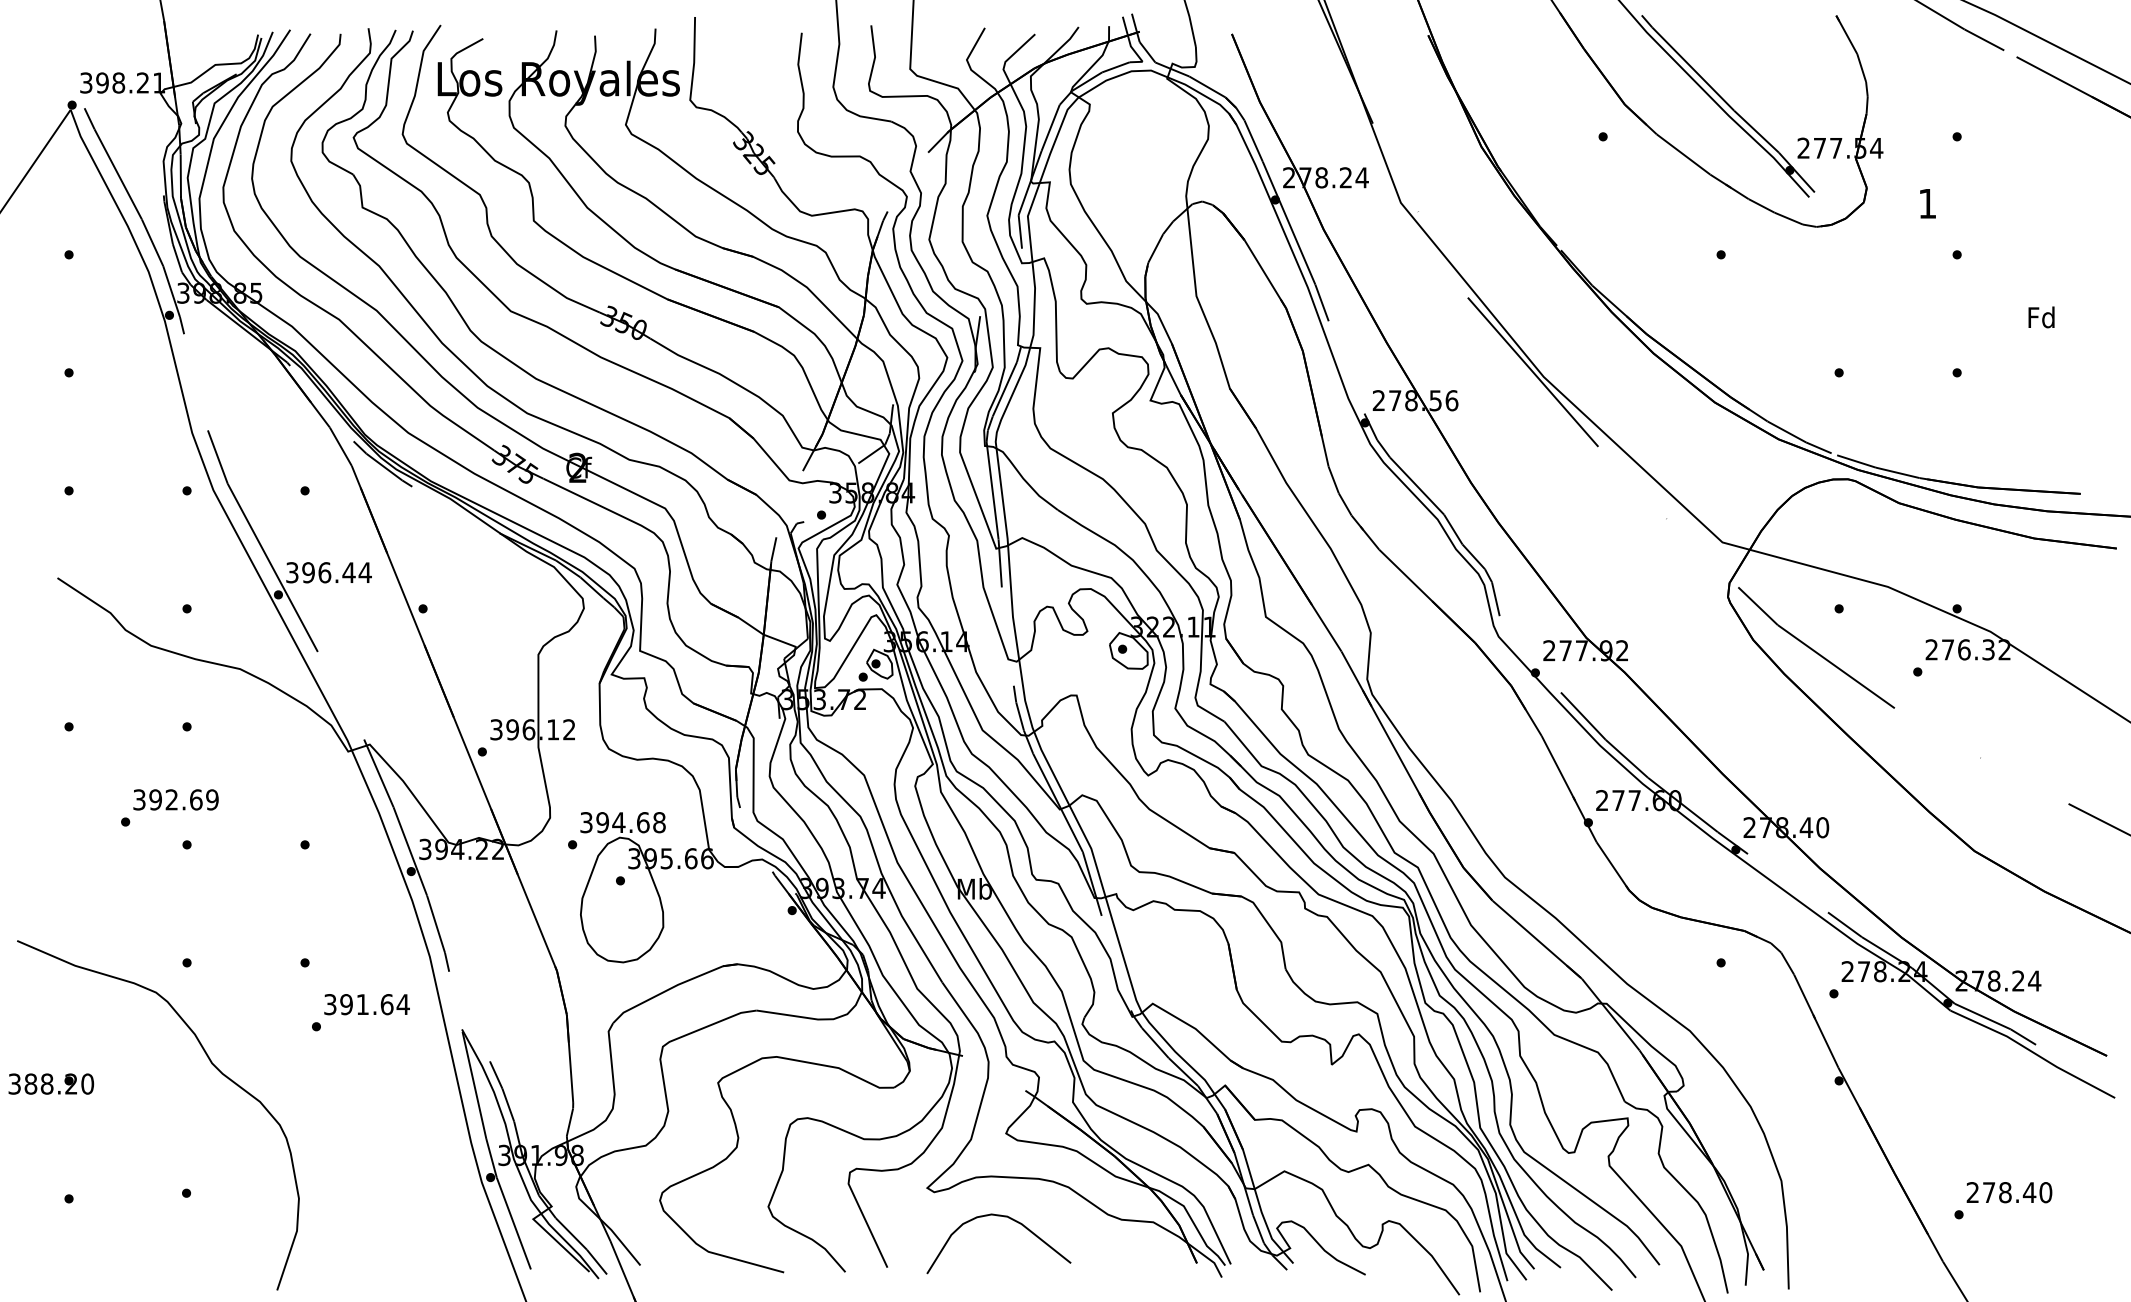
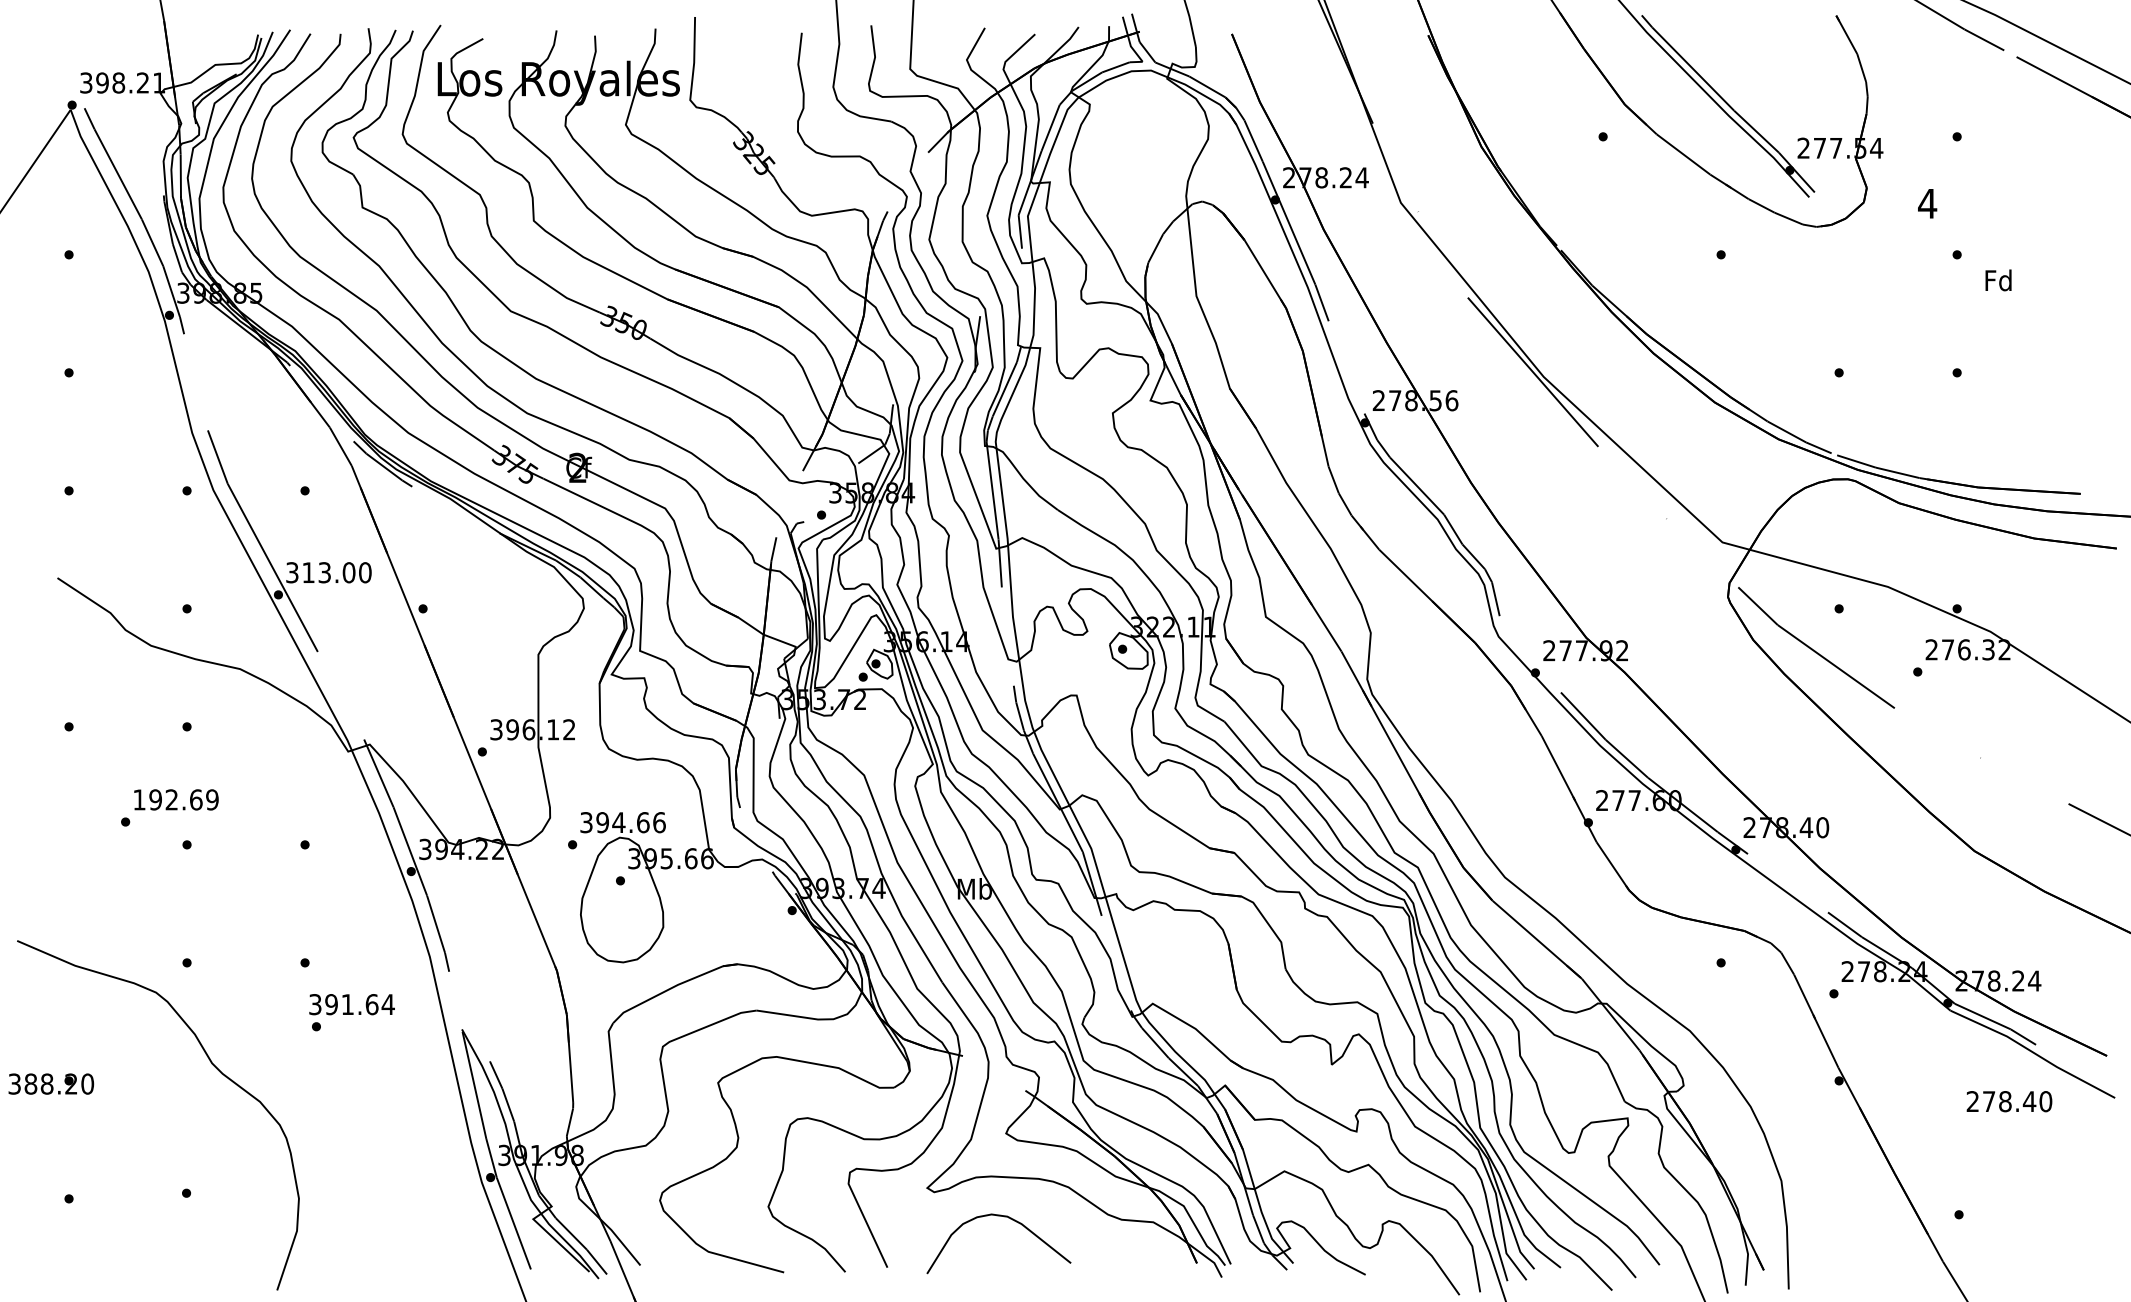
text at (1927, 203): 1 -> 4
text at (2041, 317) position: (2041, 317) -> (1998, 280)
text at (336, 572): 396.44 -> 313.00
text at (139, 799): 392.69 -> 192.69
text at (659, 822): 394.68 -> 394.66
text at (366, 1004) position: (366, 1004) -> (351, 1004)
text at (2009, 1192) position: (2009, 1192) -> (2009, 1101)
